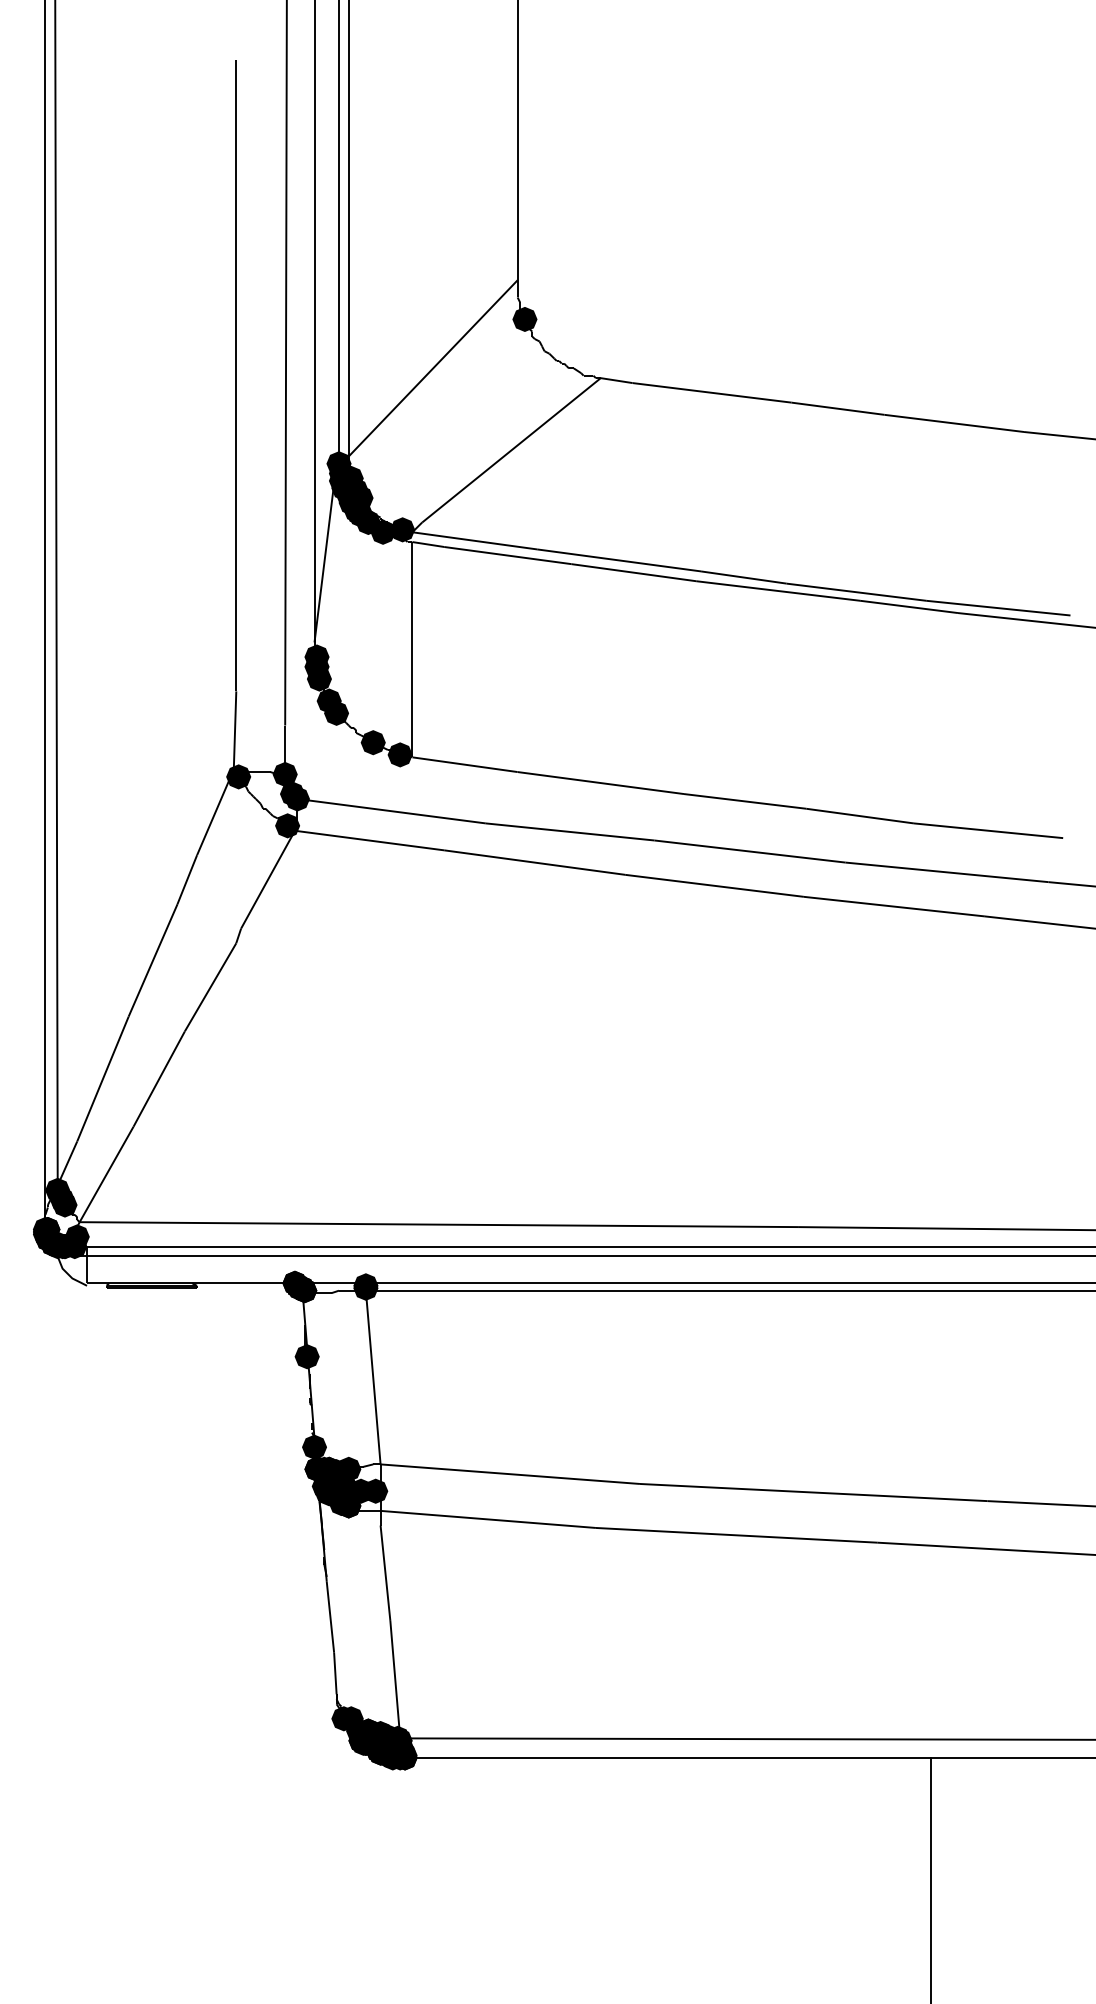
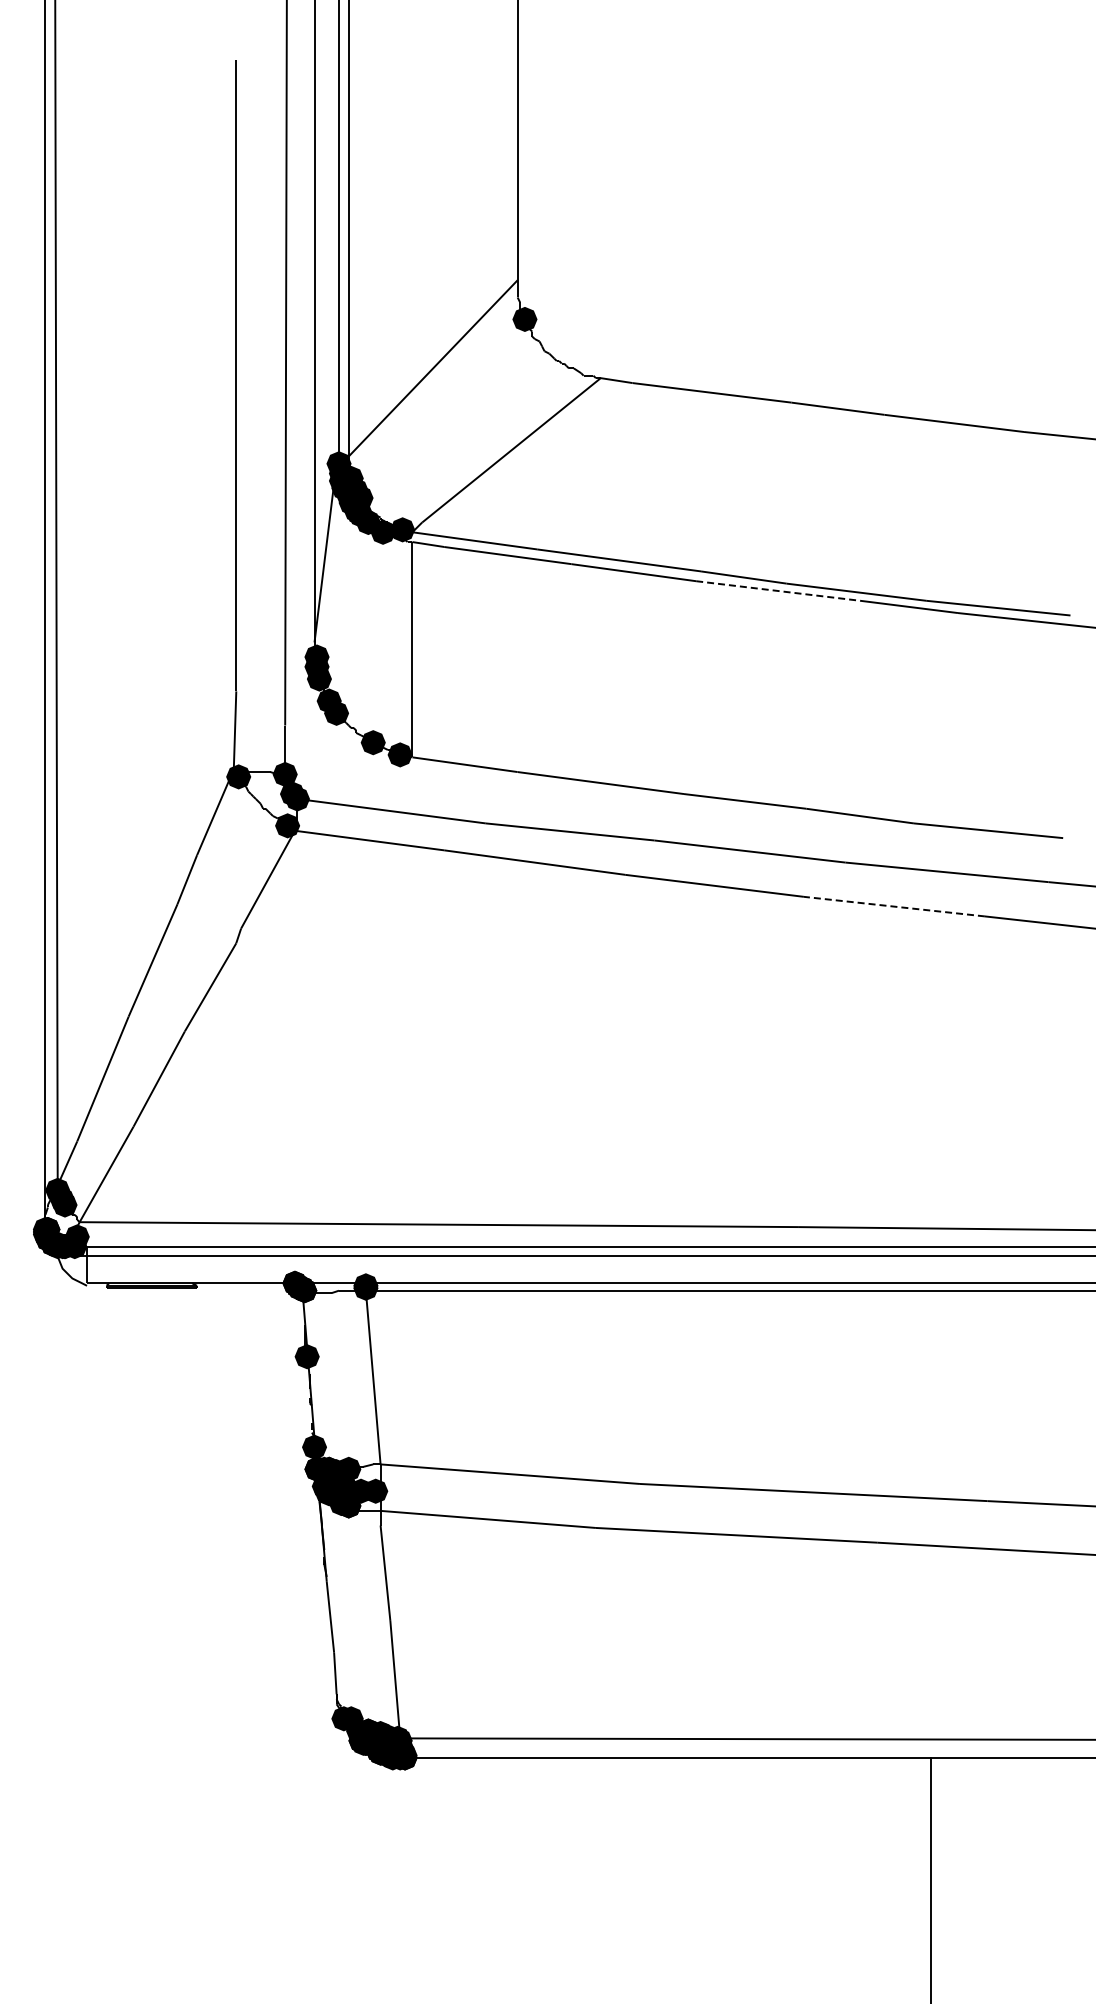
line at (778, 591): solid -> dashed
line at (893, 906): solid -> dashed
